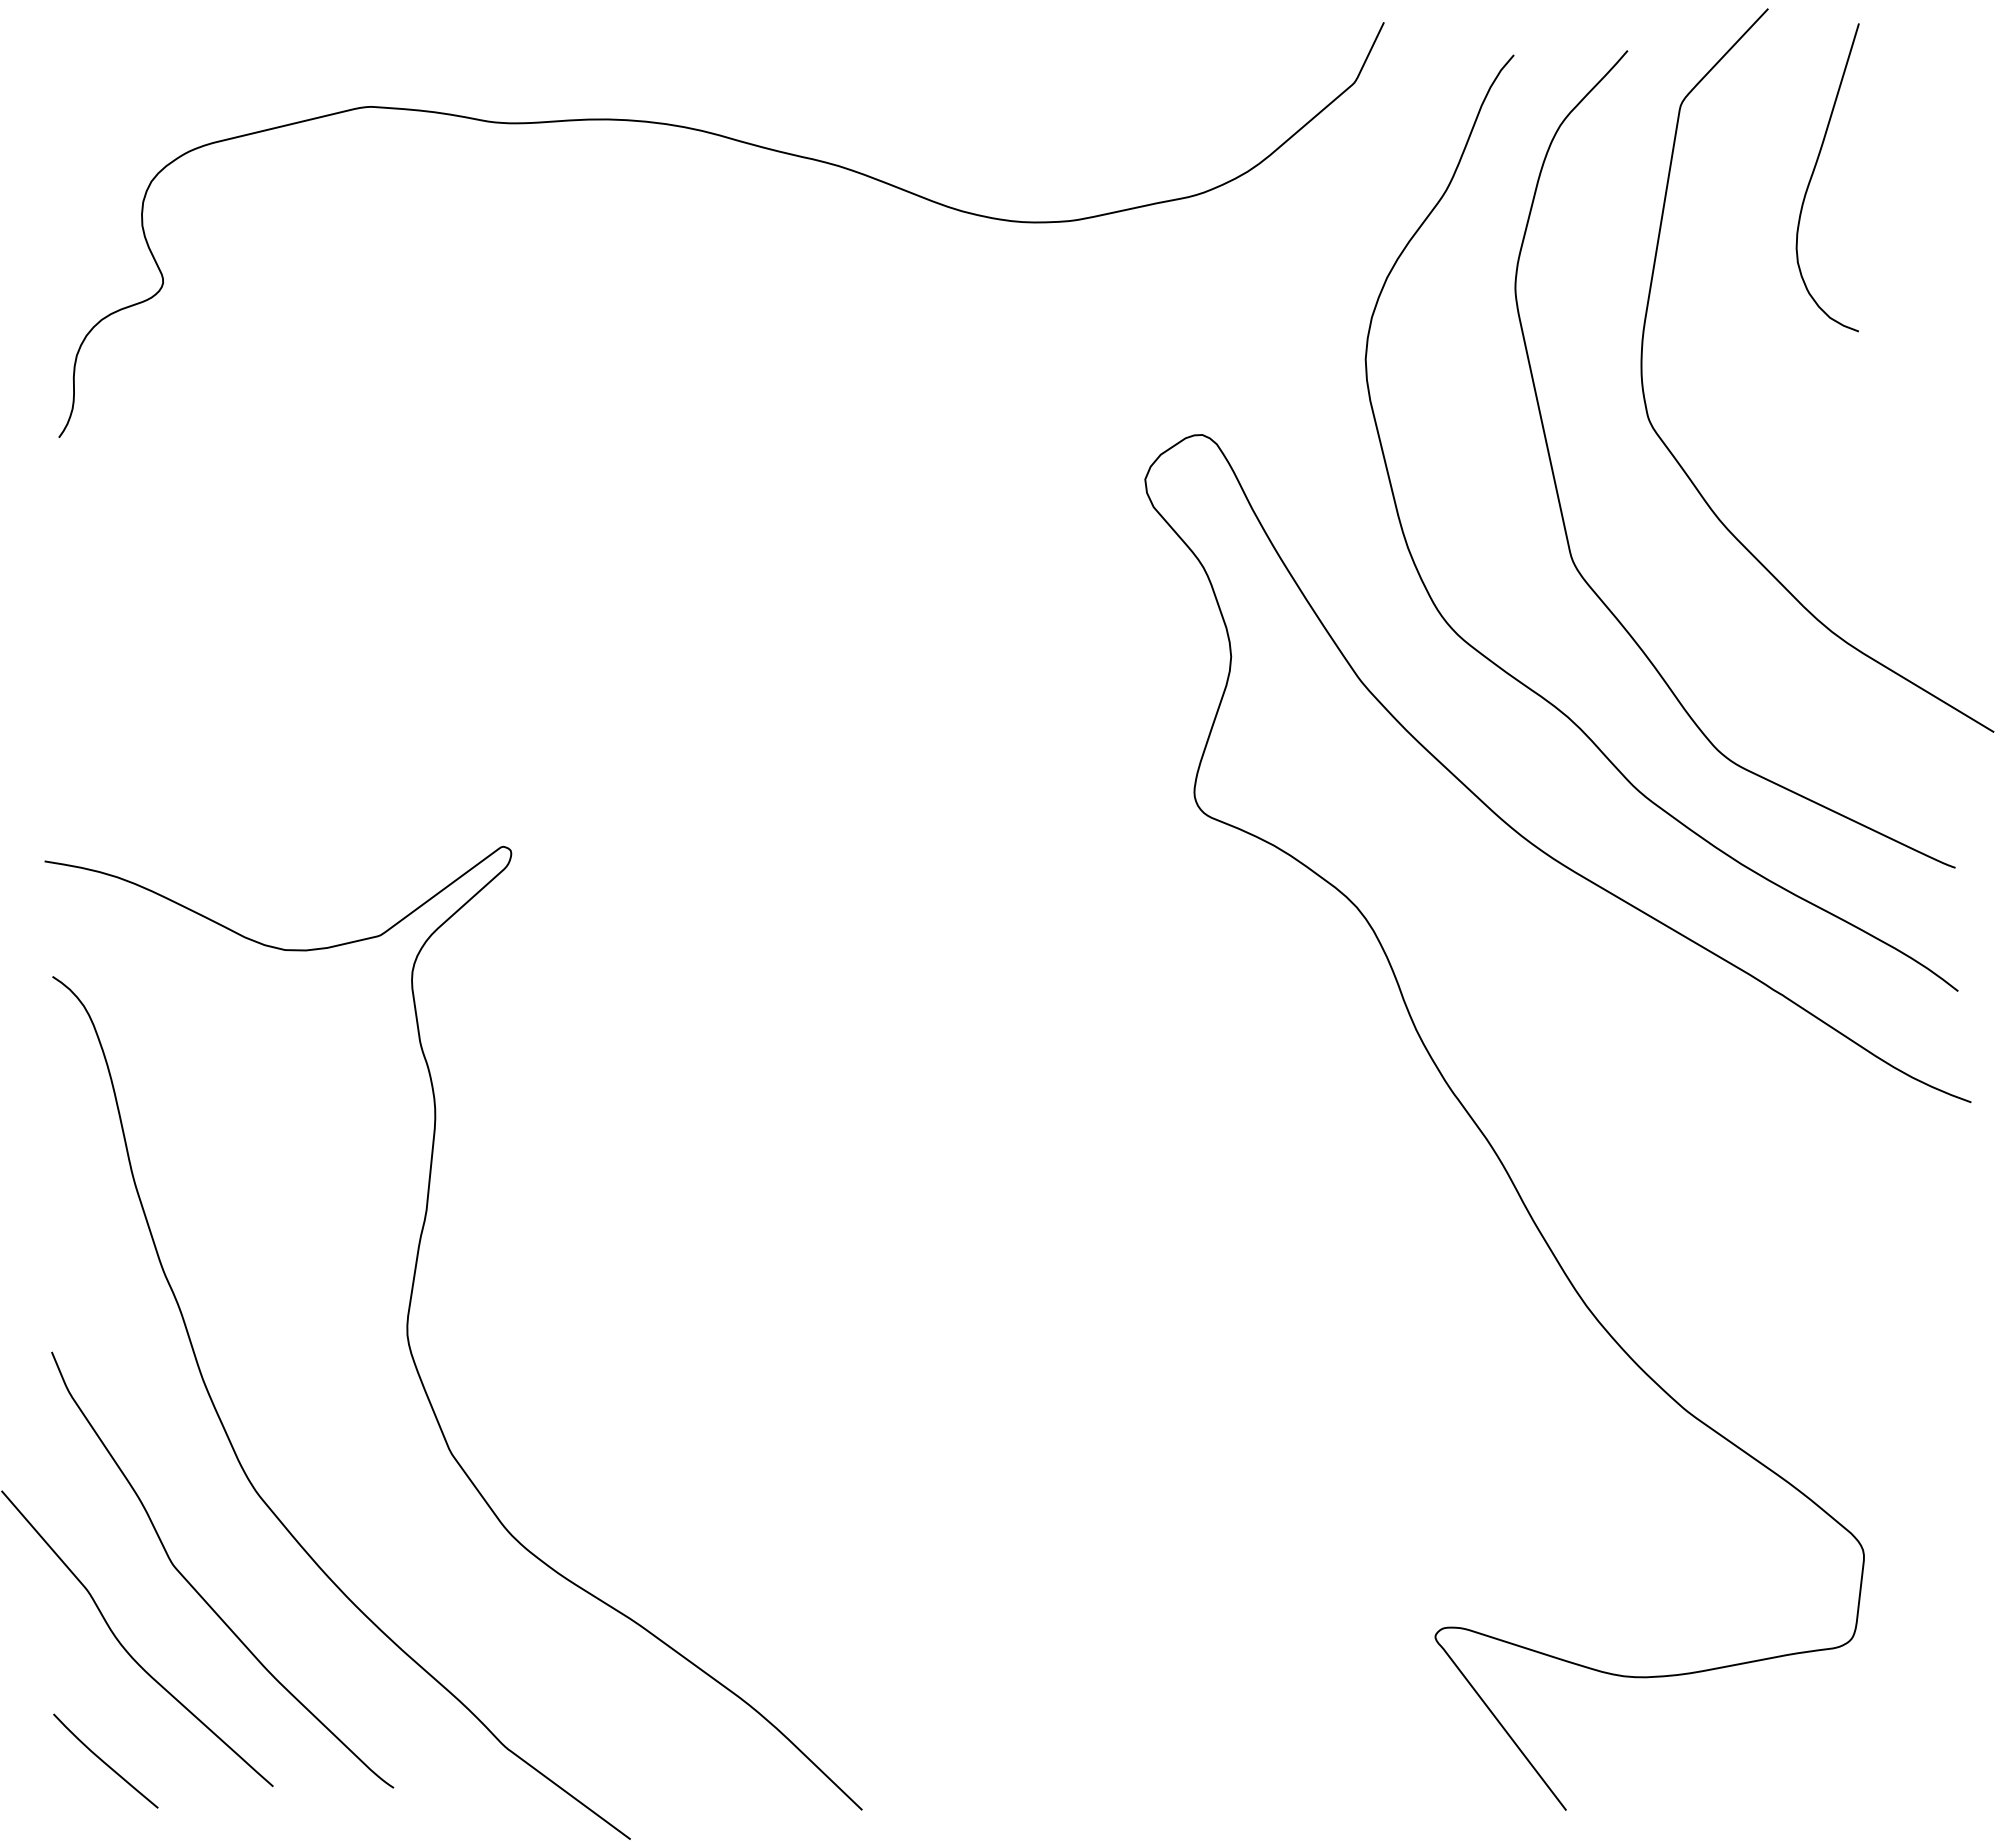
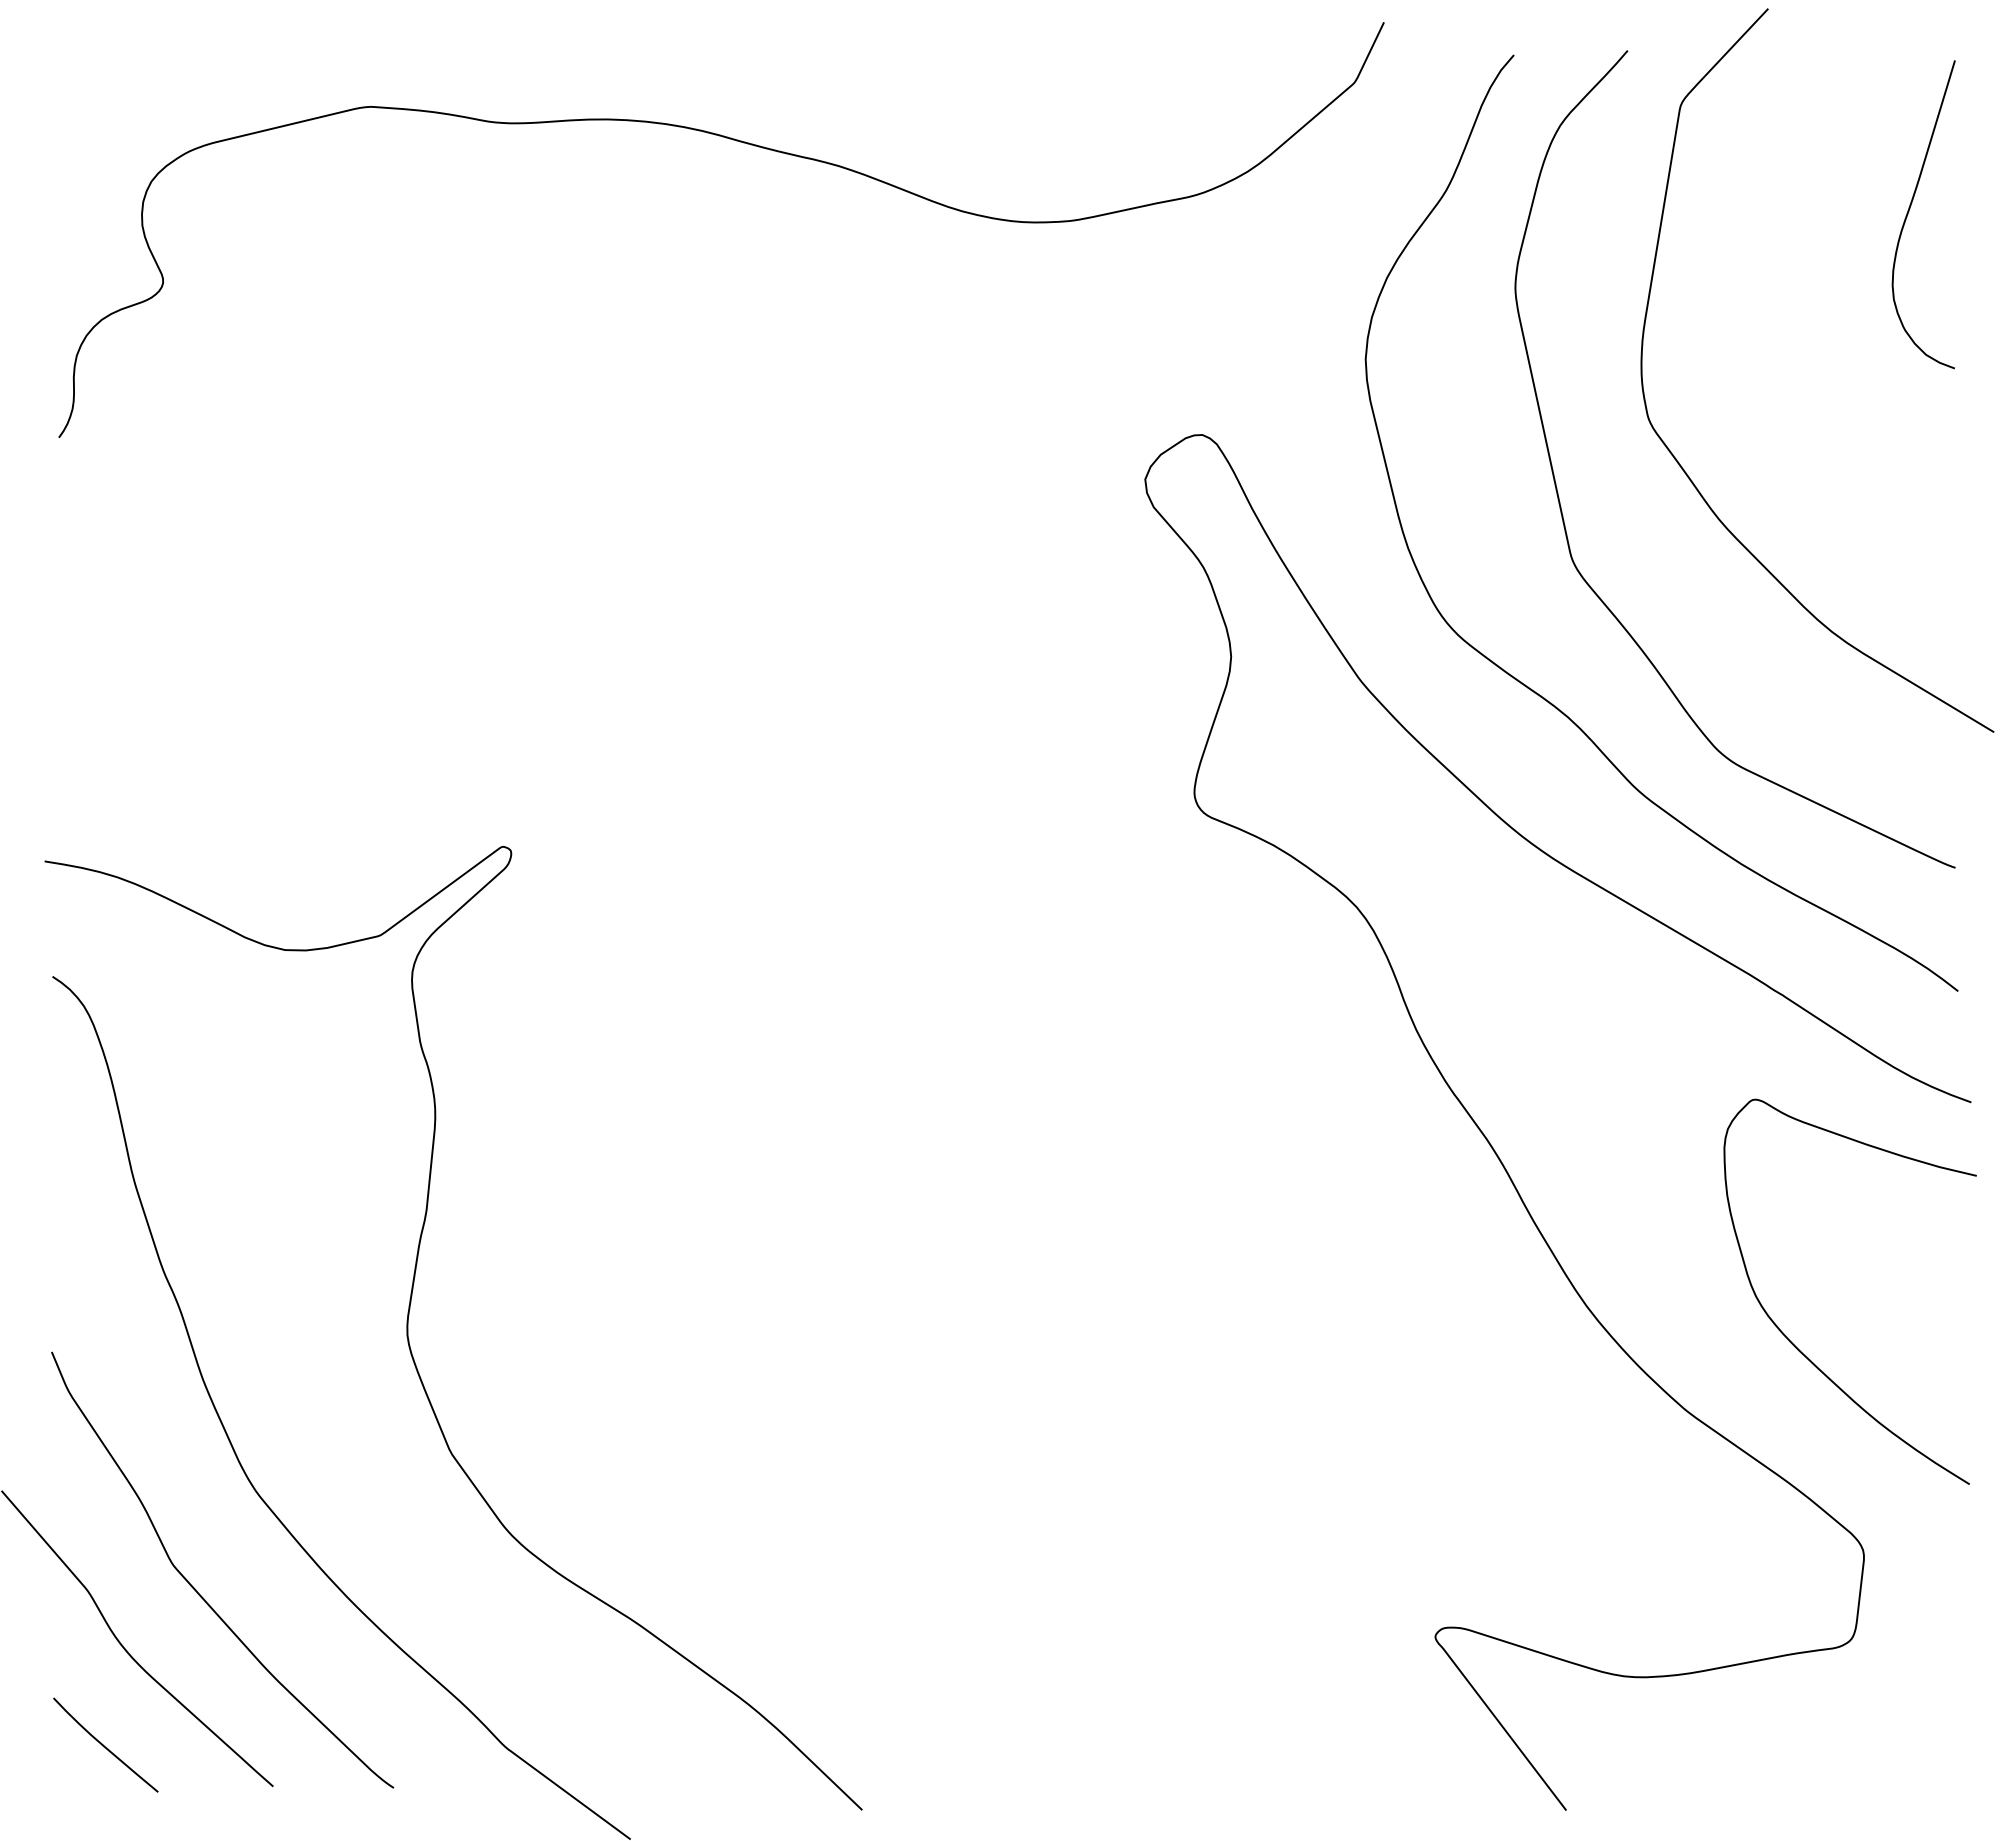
curve at (1814, 171) position: (1814, 171) -> (1910, 208)
curve at (1795, 1345): none -> present
curve at (104, 1761) position: (104, 1761) -> (104, 1745)
